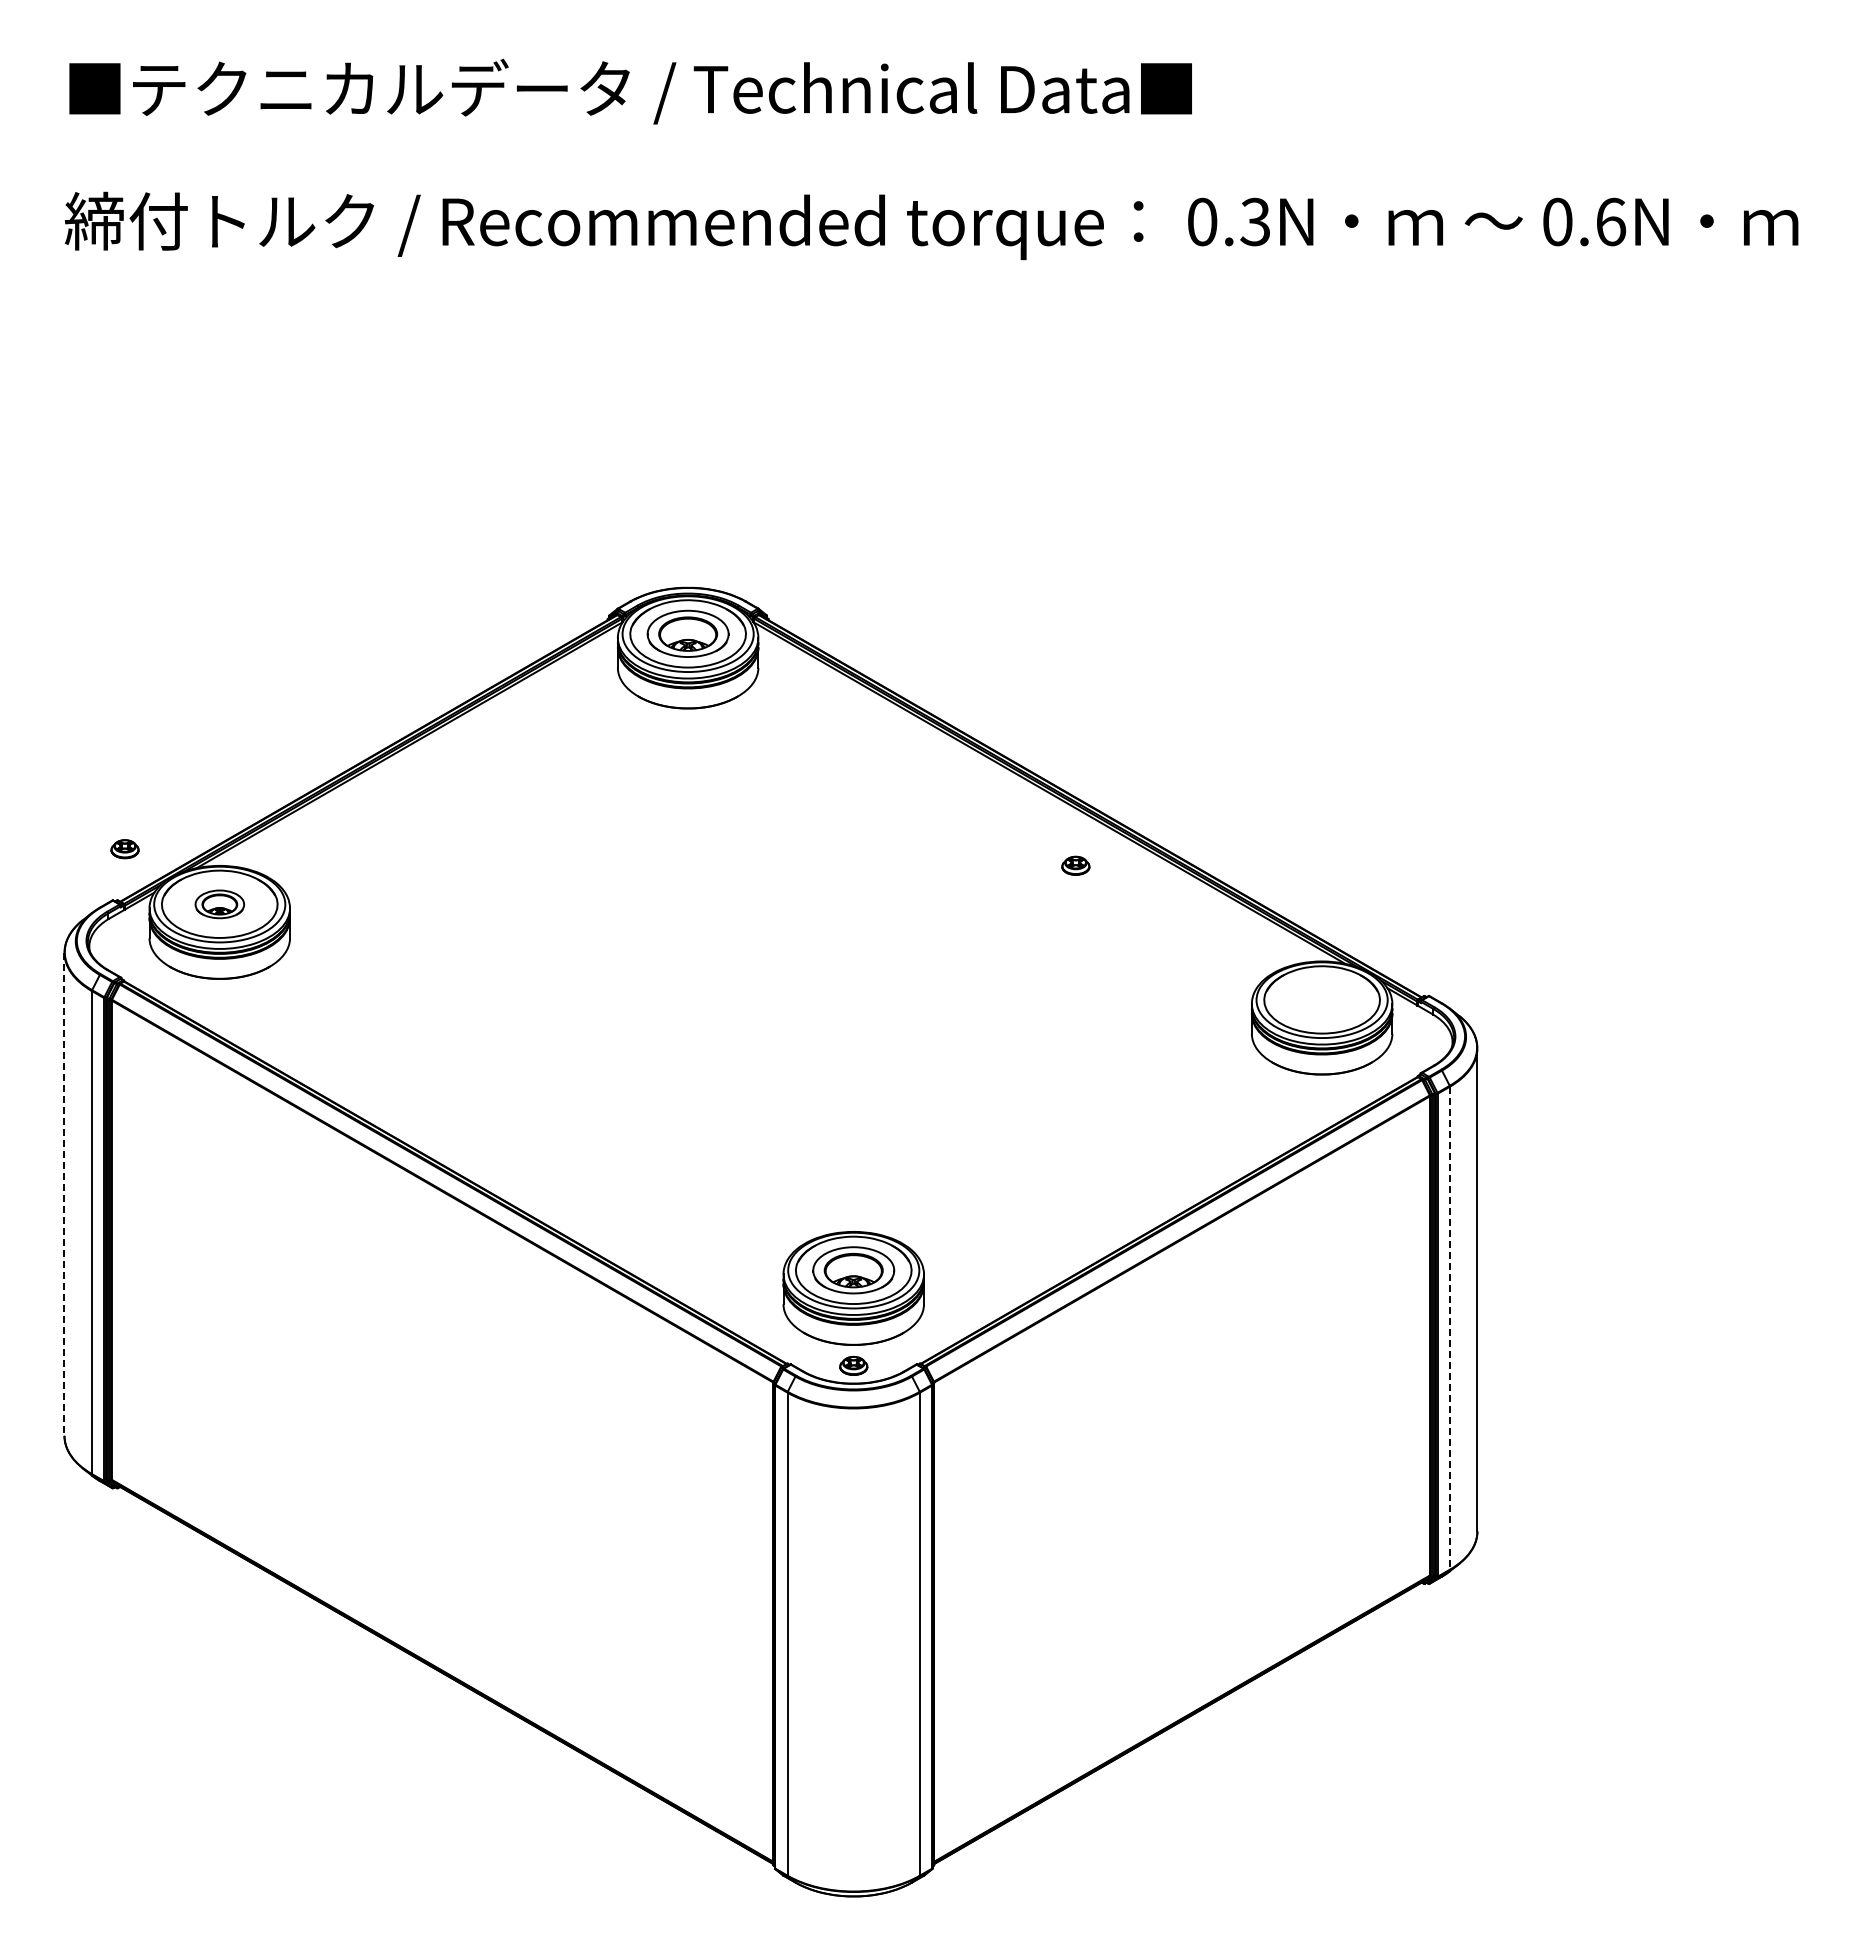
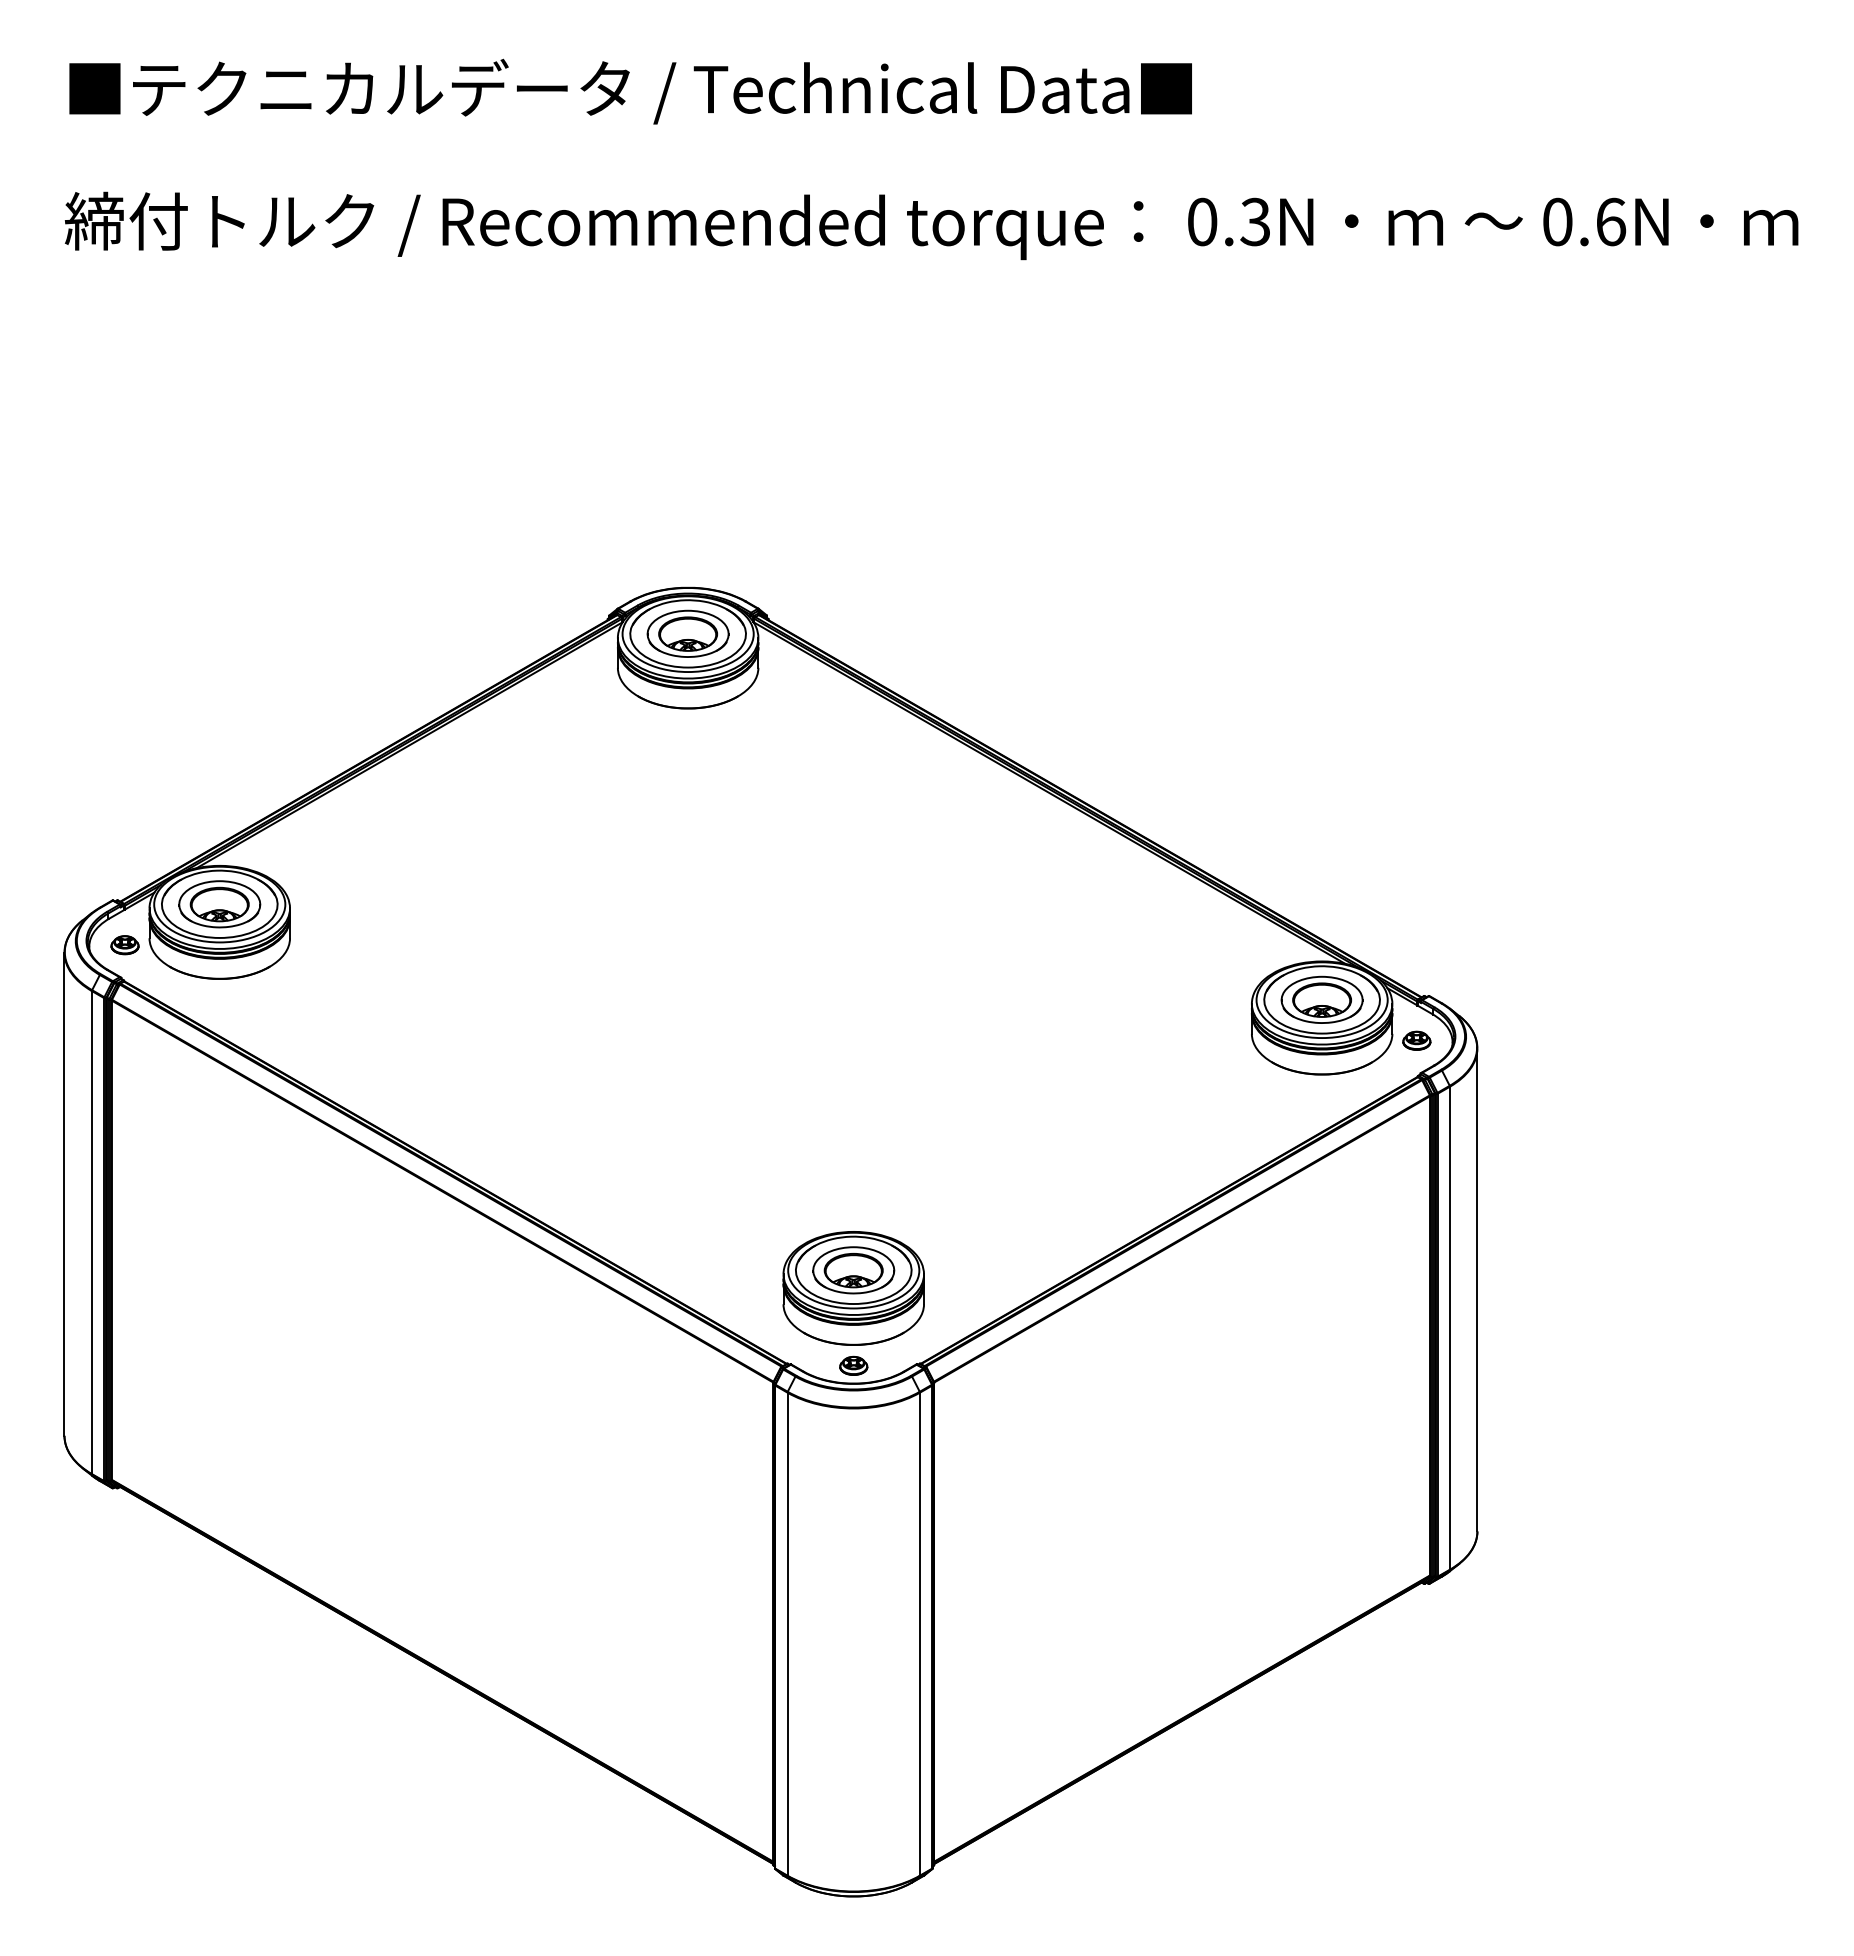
part at (124, 849) position: (124, 849) -> (124, 945)
part at (1075, 865) position: (1075, 865) -> (1416, 1040)
part at (219, 904) size: 52x31 px -> 84x49 px
part at (1321, 999): none -> present
line at (64, 1194): dashed -> solid
line at (1449, 1328): dashed -> solid
